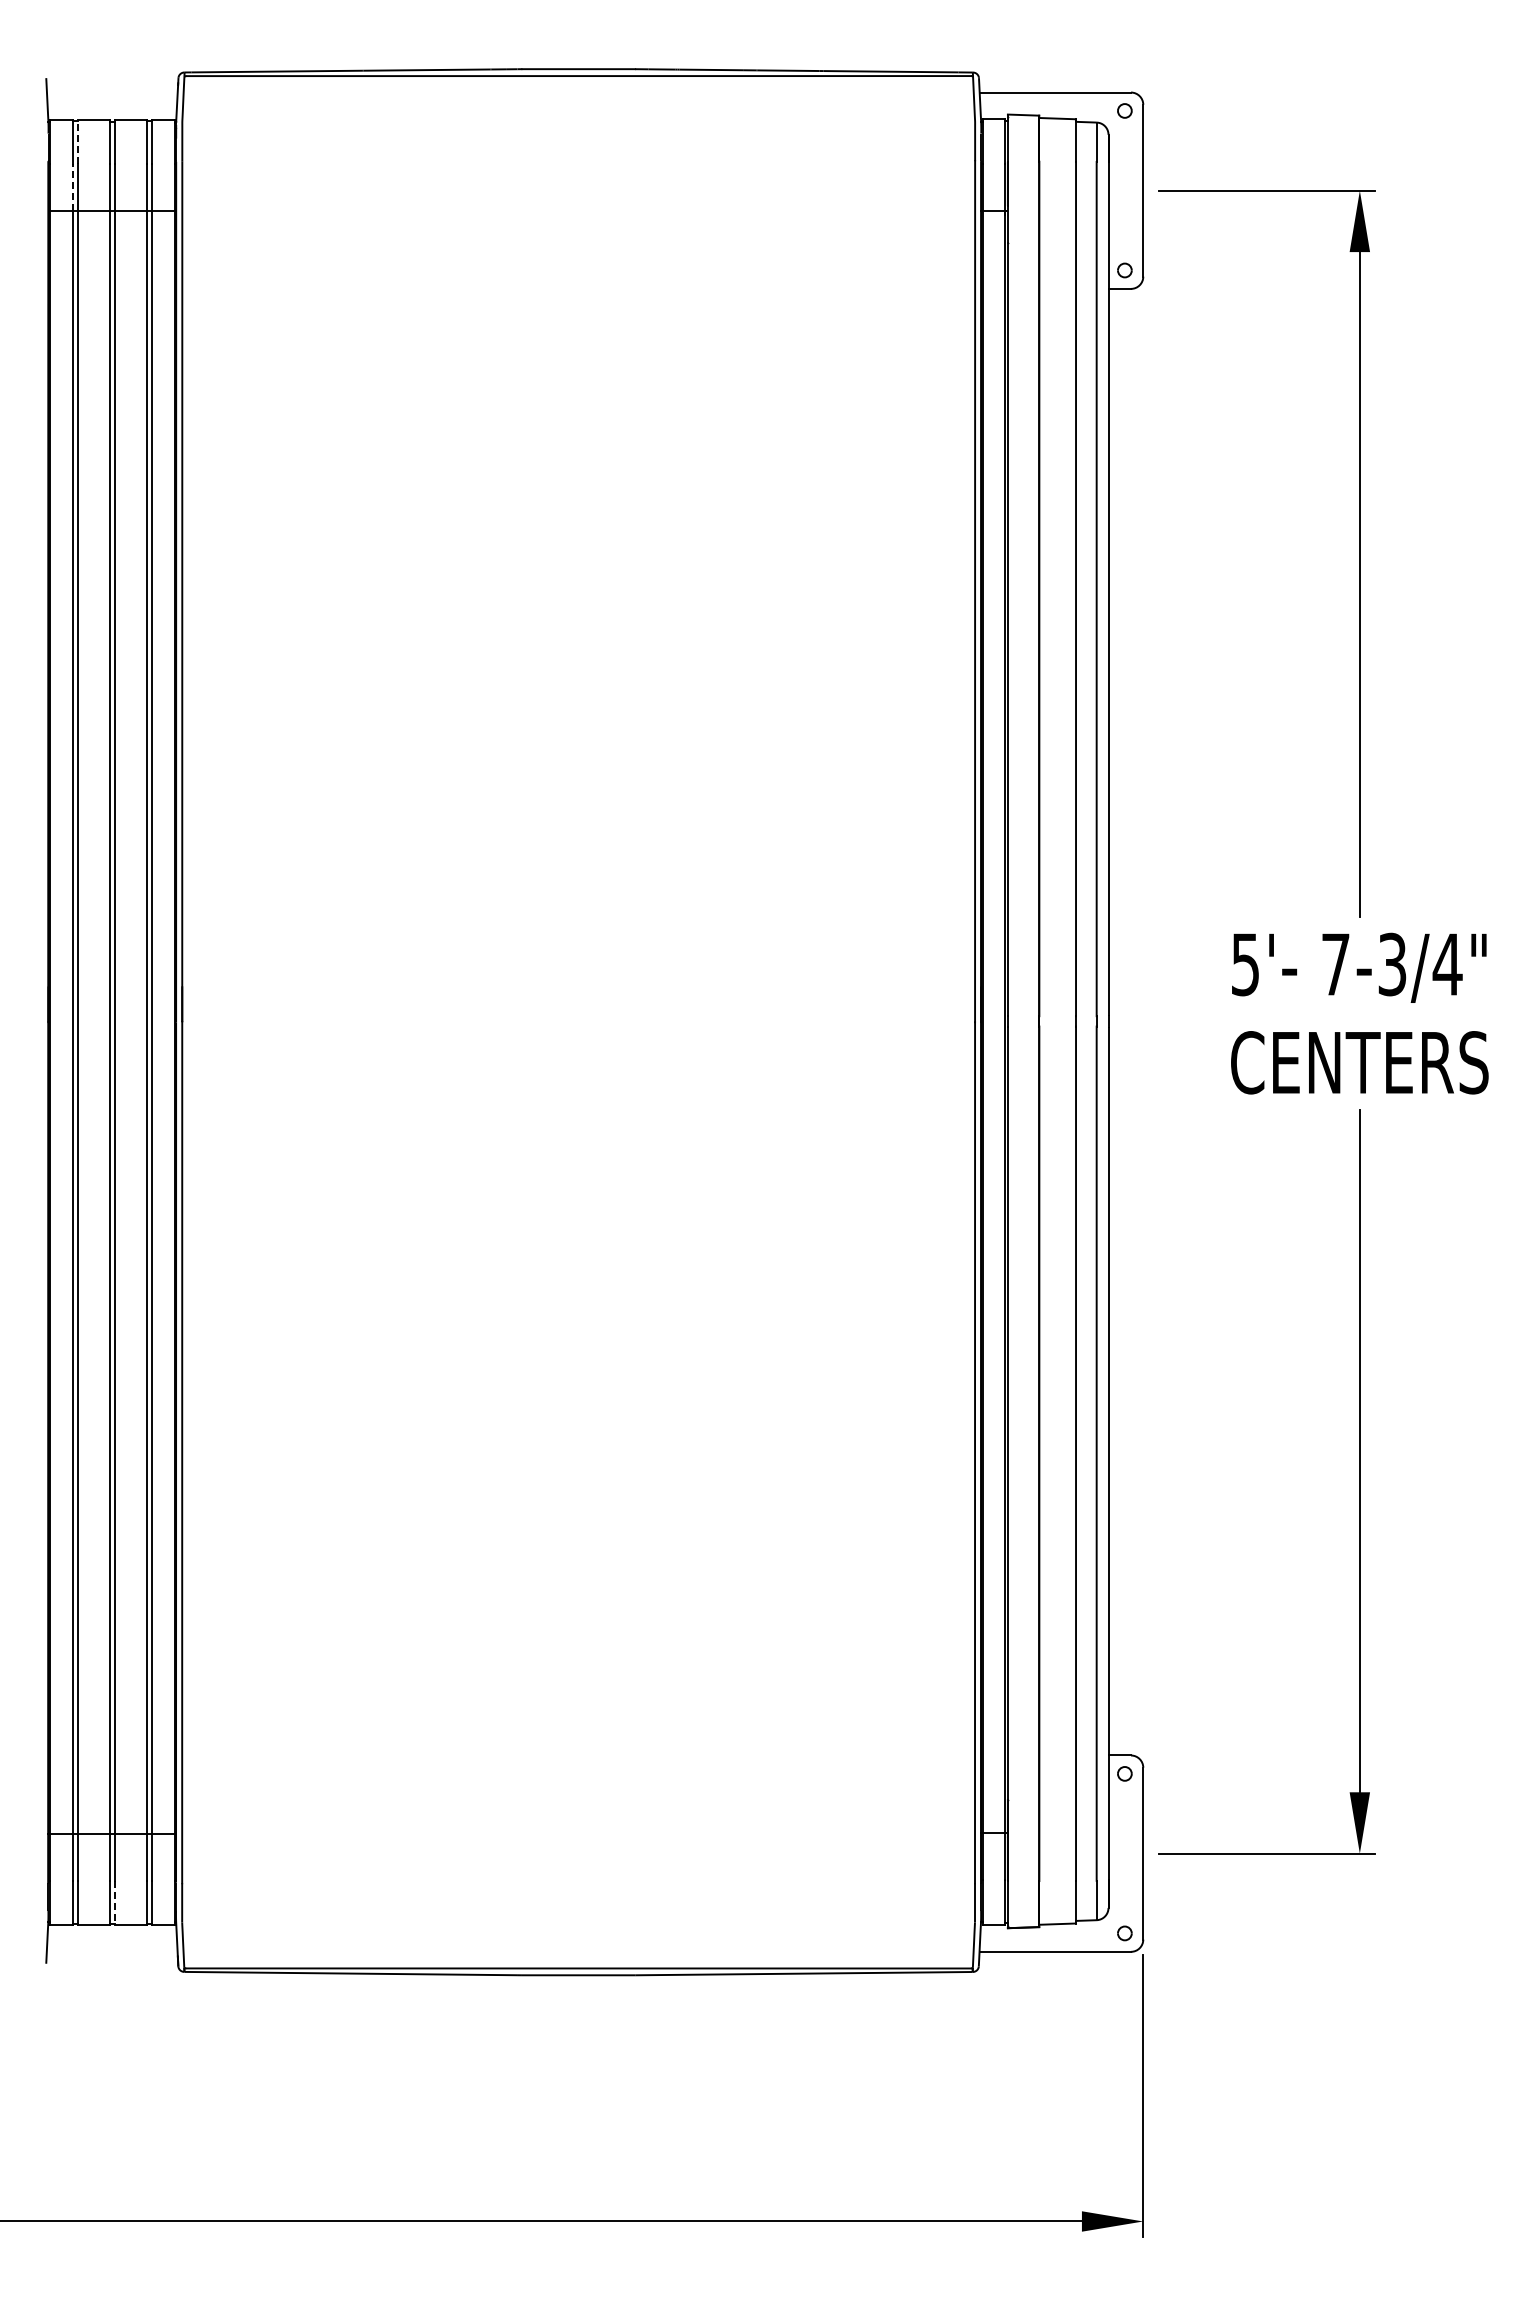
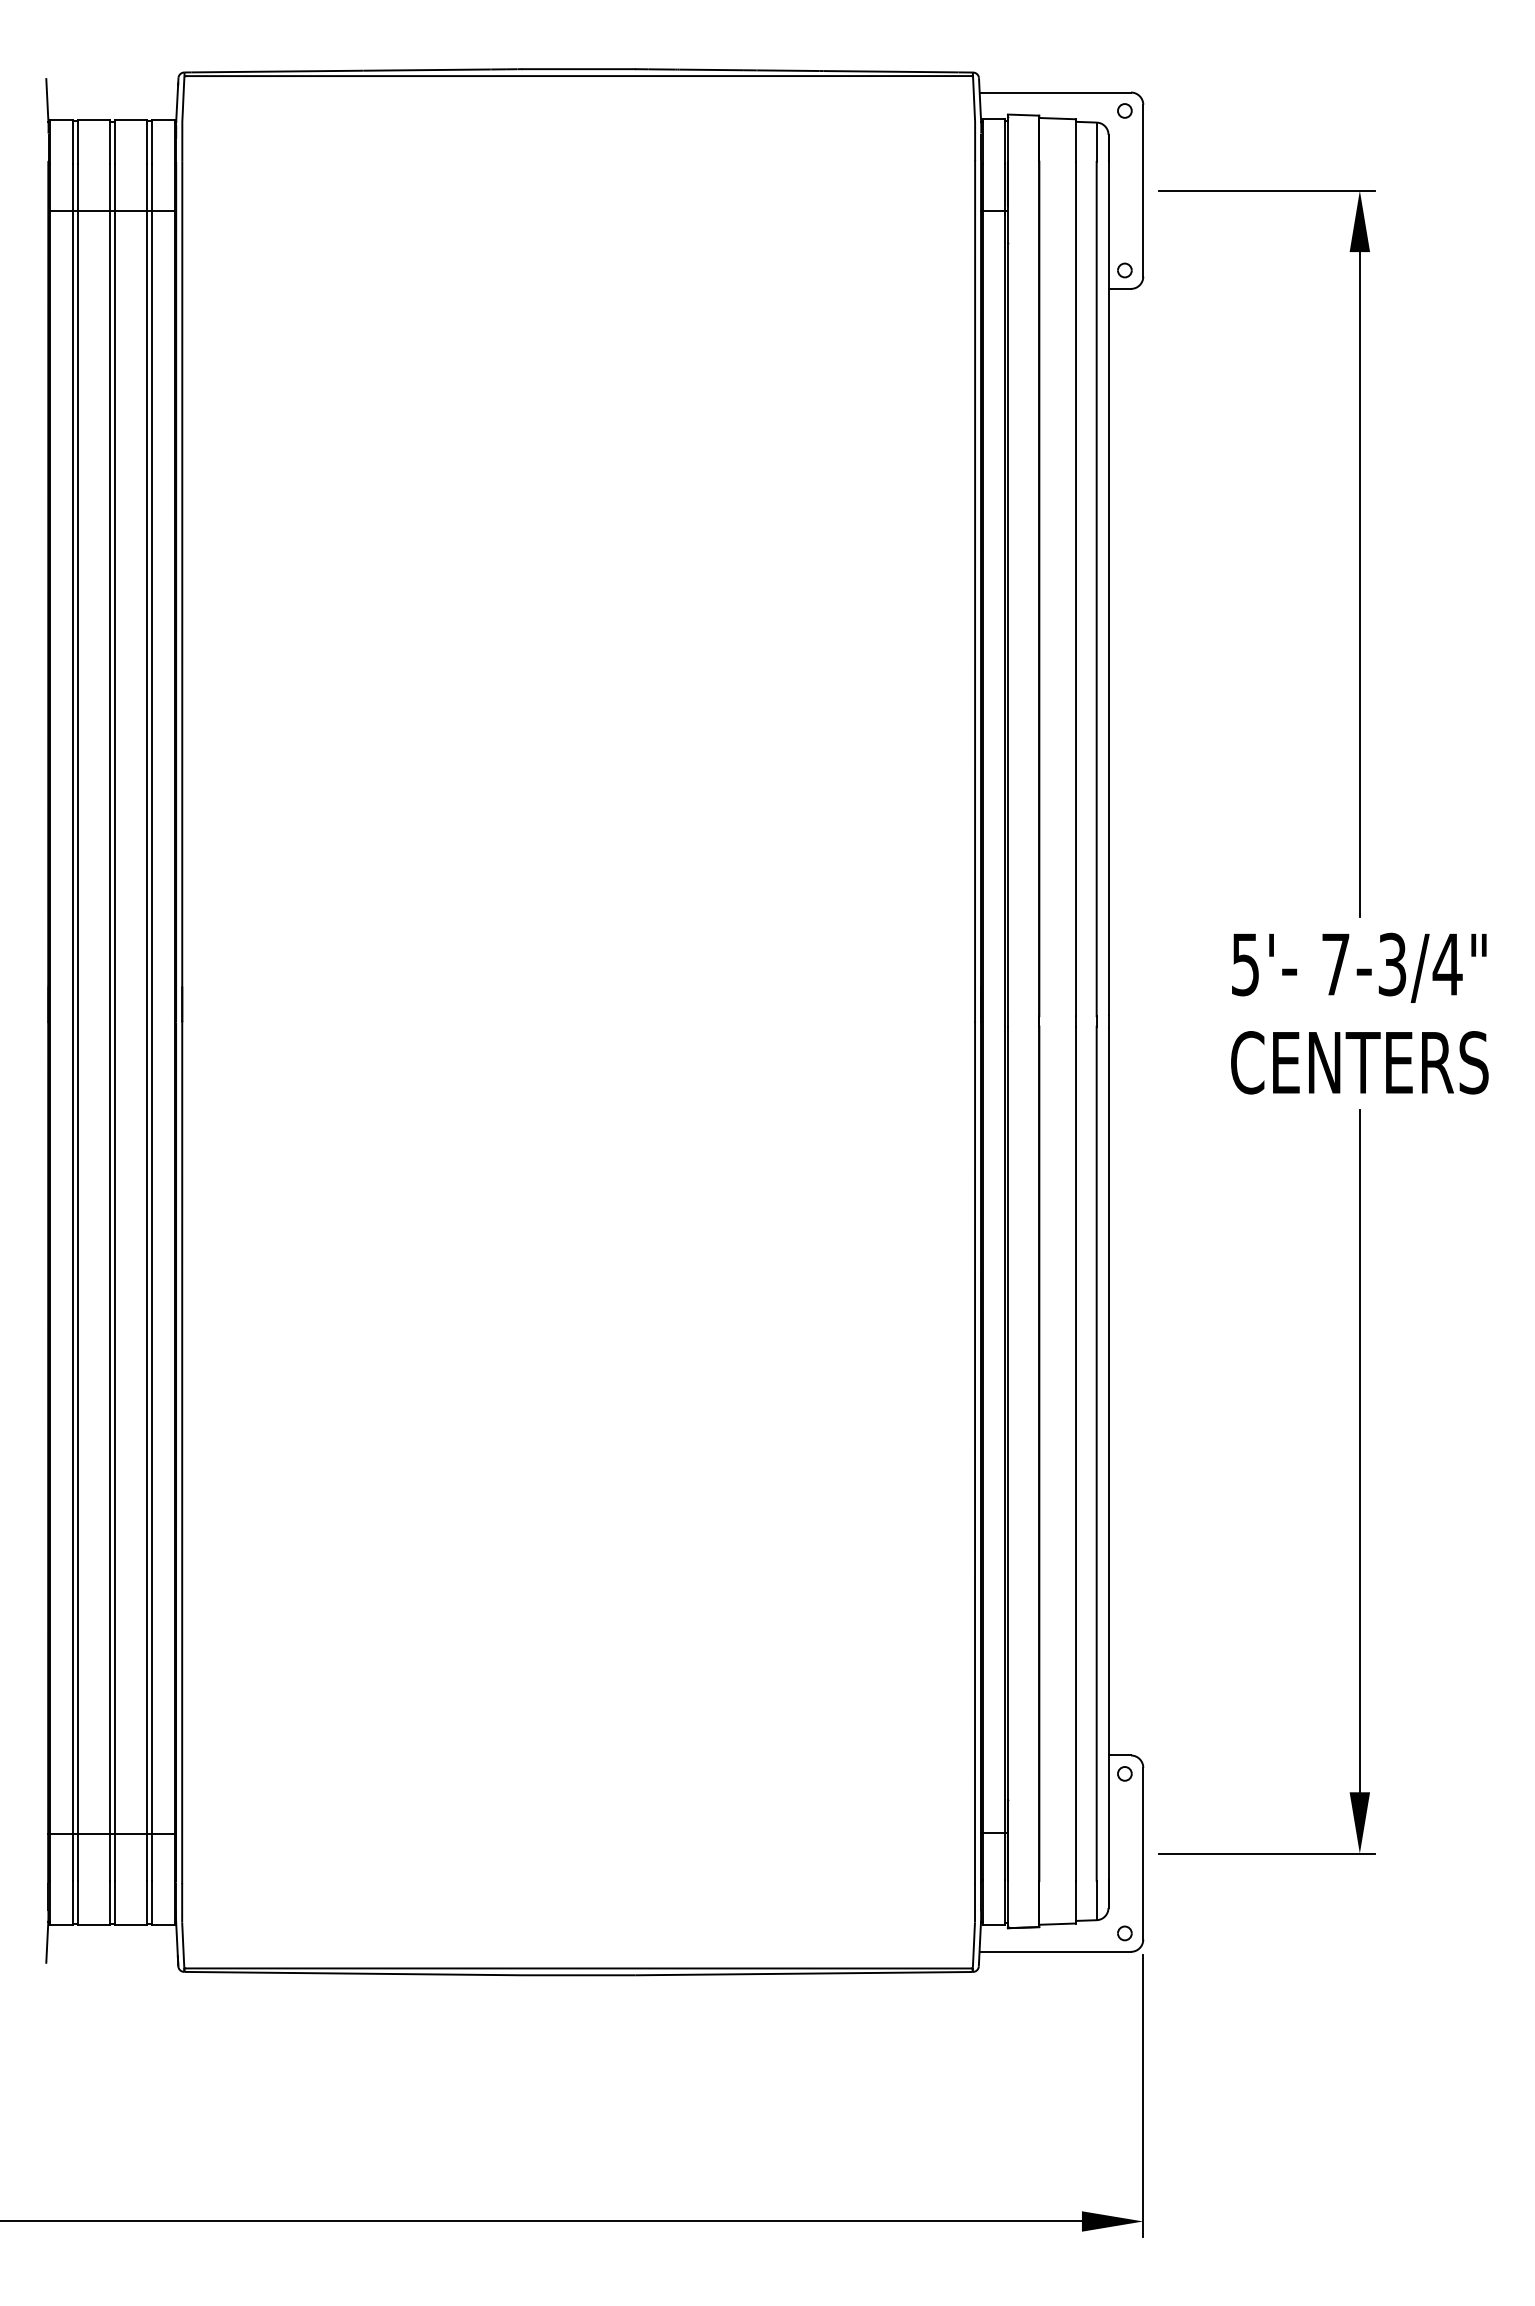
line at (78, 141): dashed -> solid
line at (72, 187): dashed -> solid
line at (114, 1903): dashed -> solid
